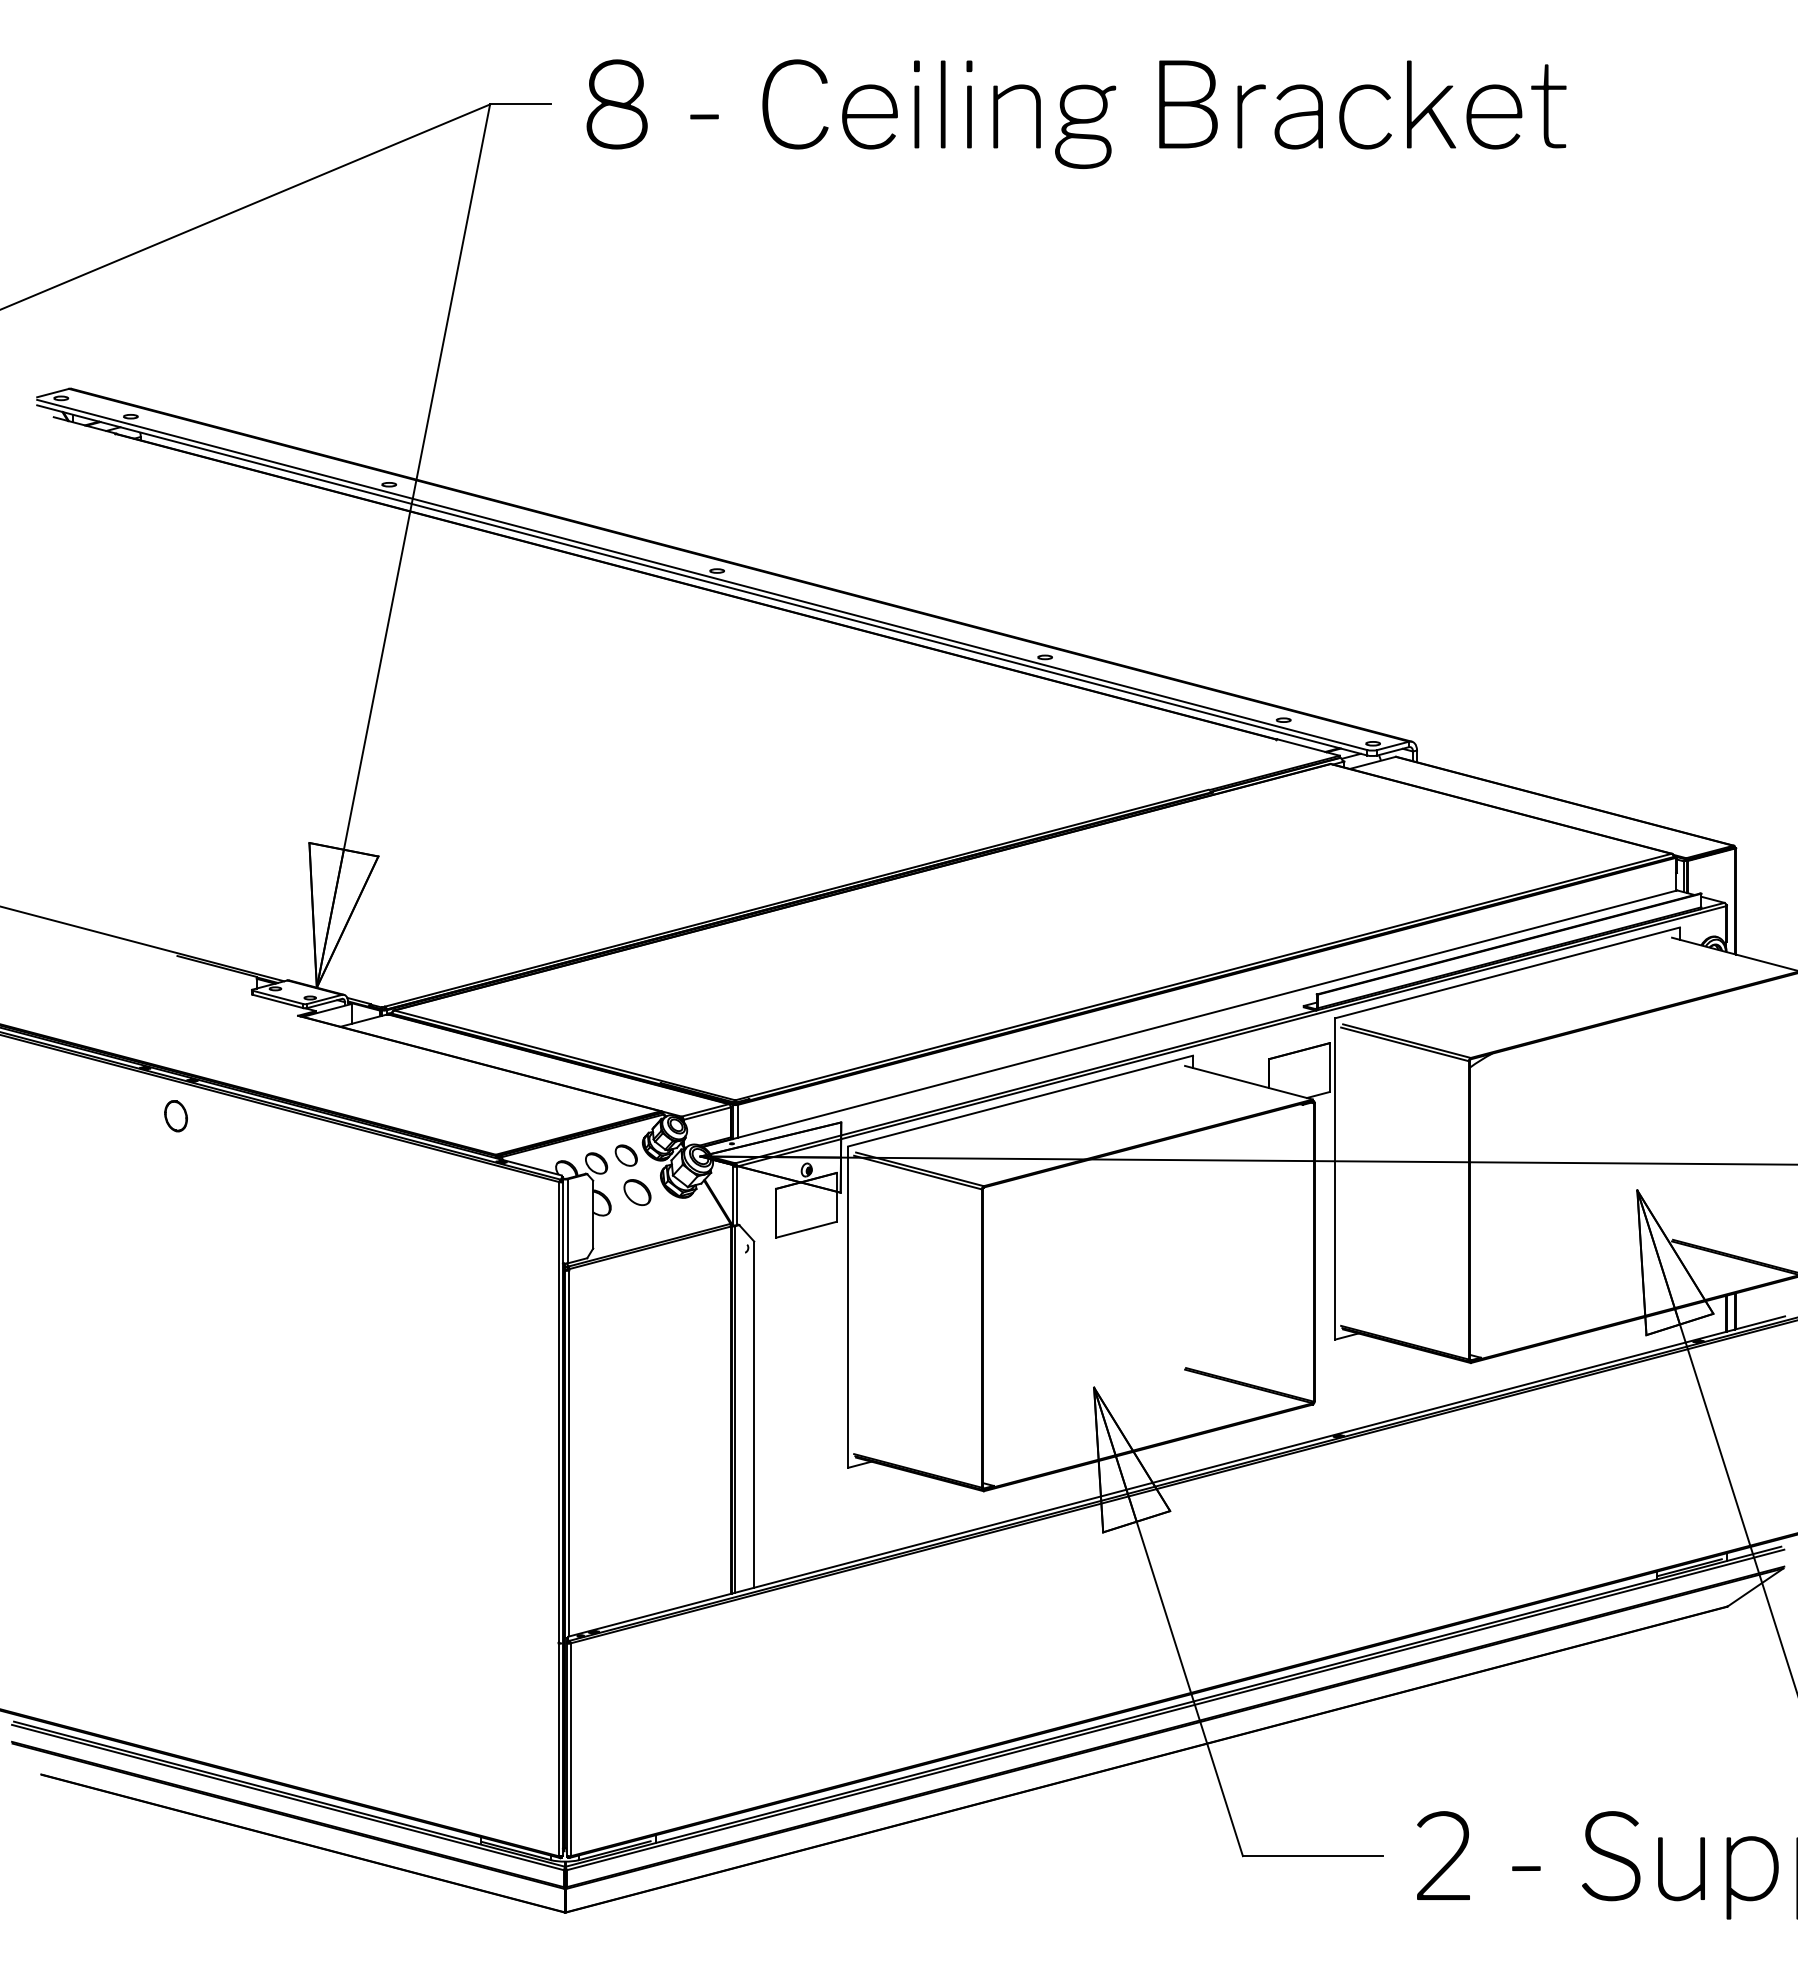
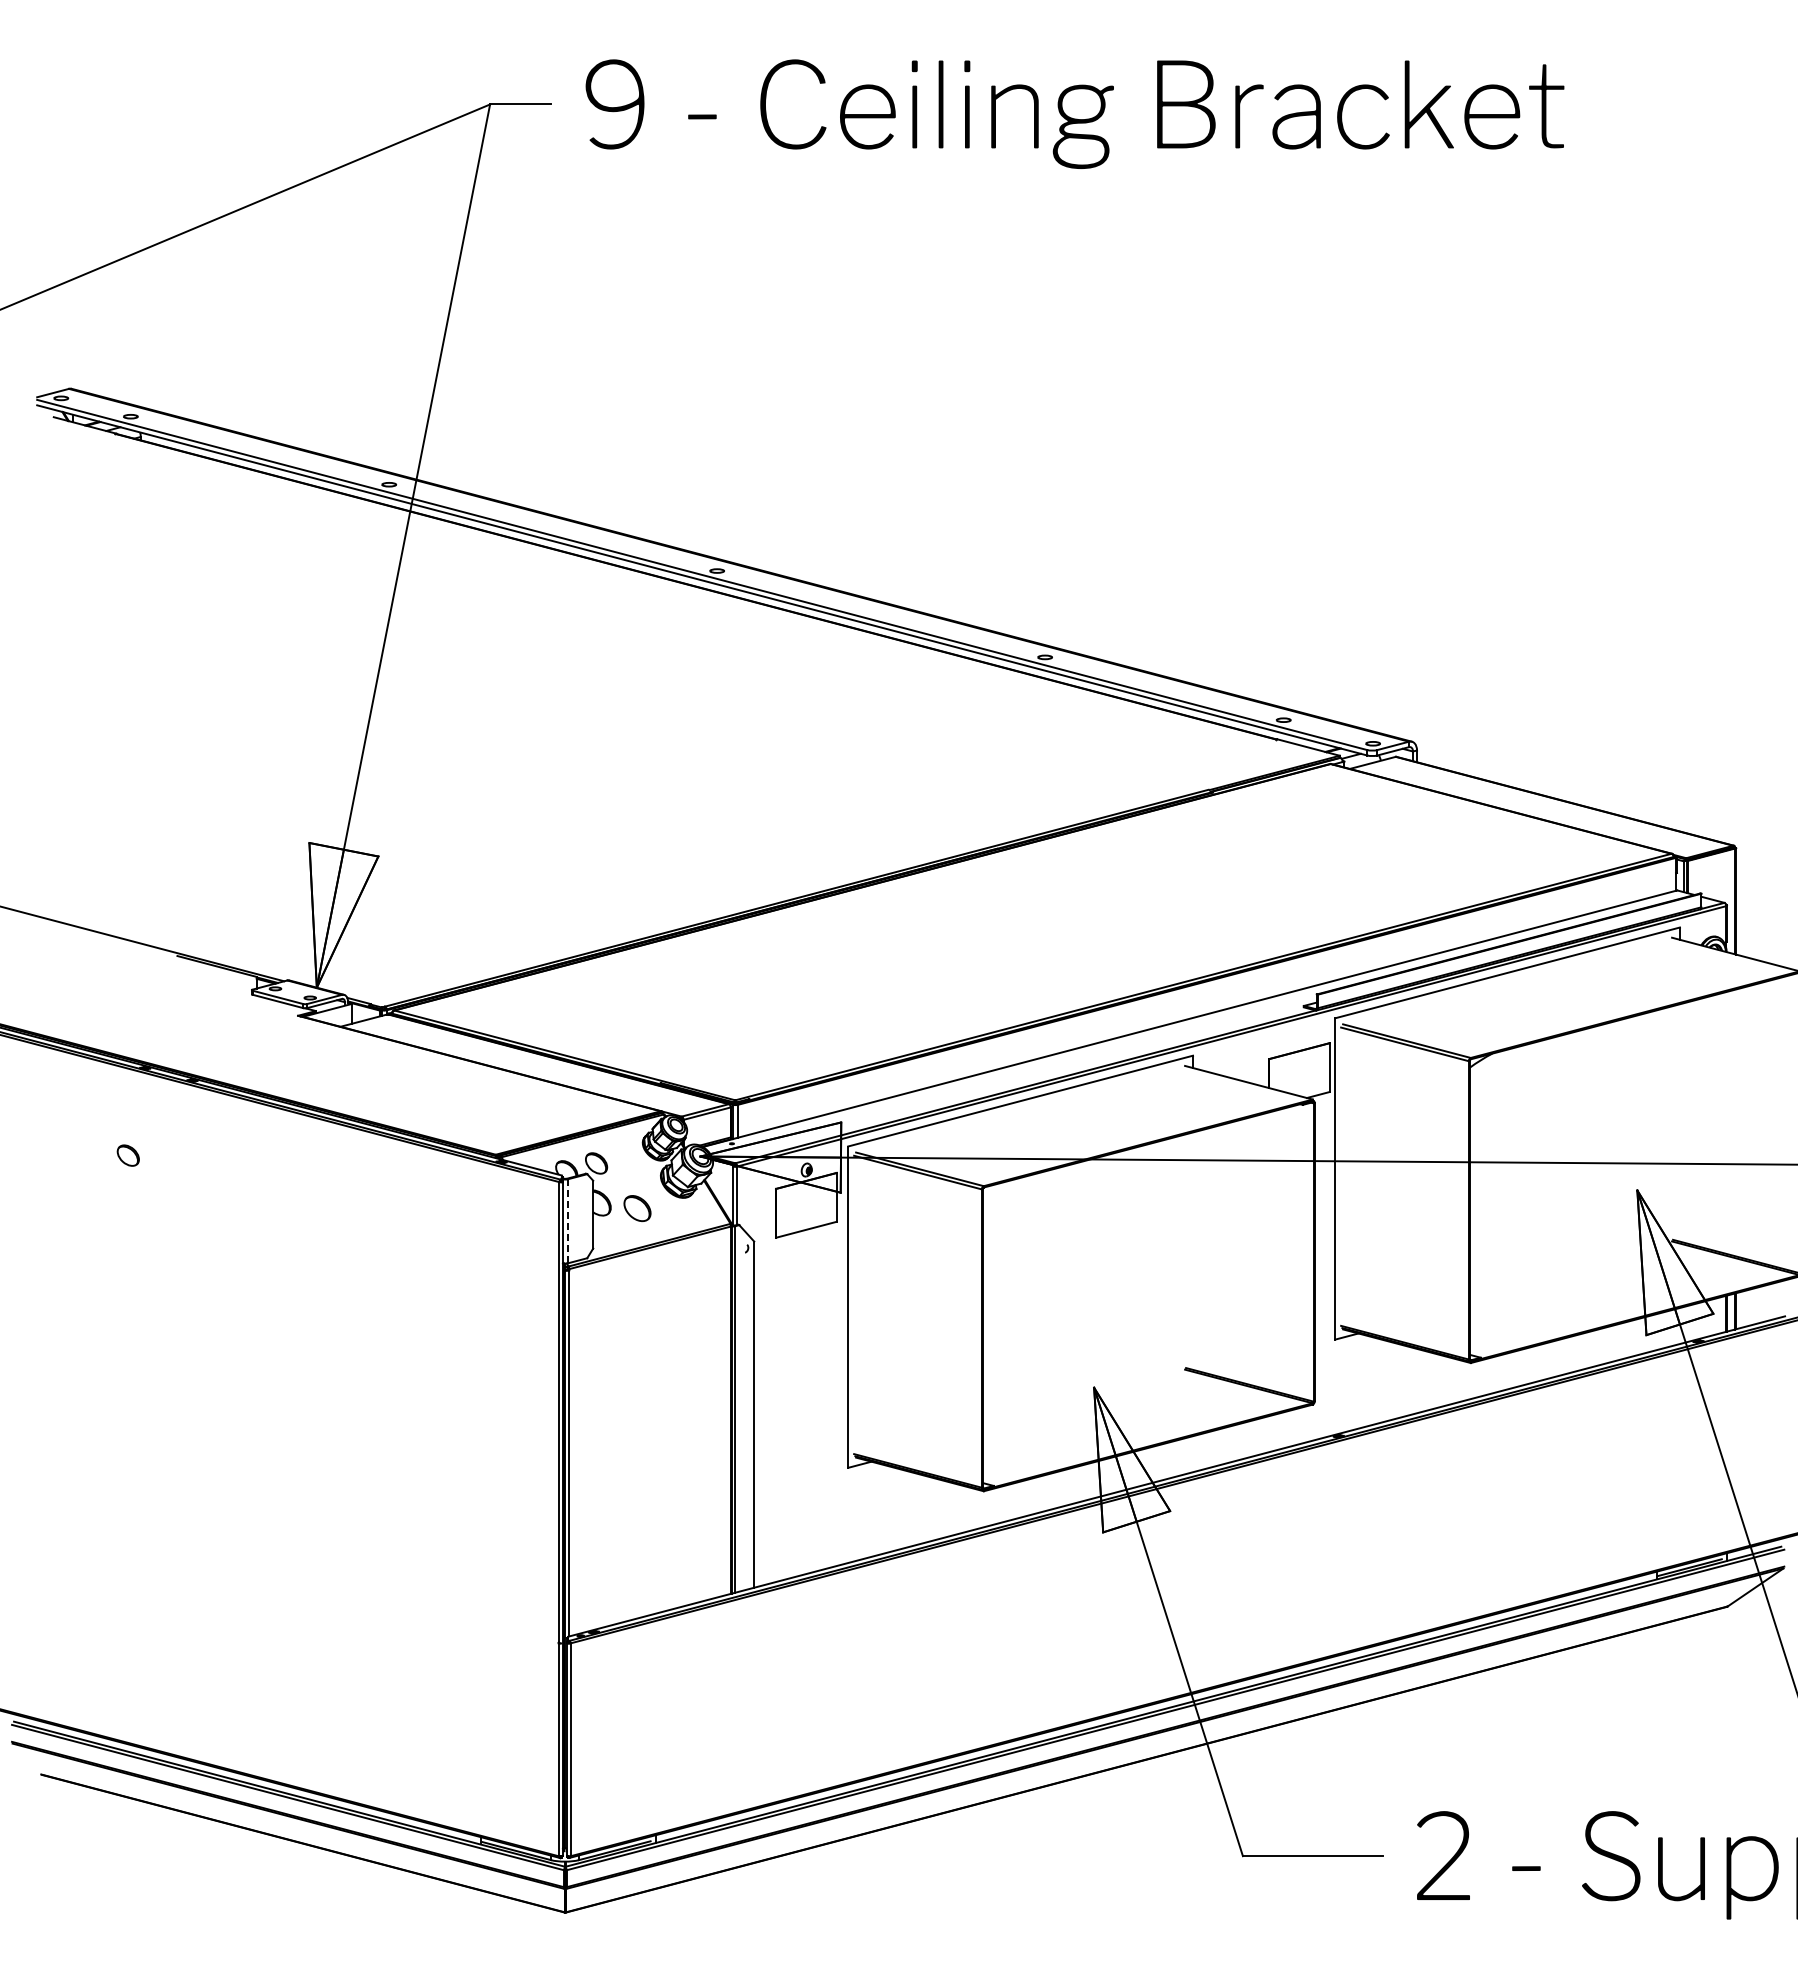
text at (1075, 113): 8 -> 9
part at (175, 1116): present -> none
part at (625, 1155) position: (625, 1155) -> (127, 1155)
part at (637, 1192) position: (637, 1192) -> (637, 1208)
line at (567, 1221): solid -> dashed
